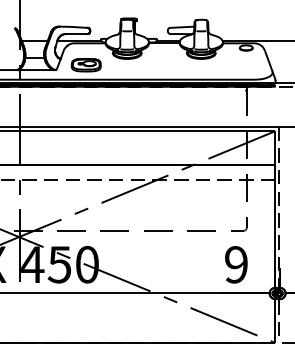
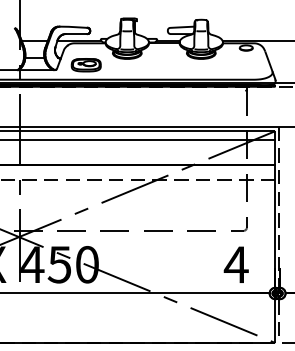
line at (138, 140): none -> present
text at (235, 264): 9 -> 4
